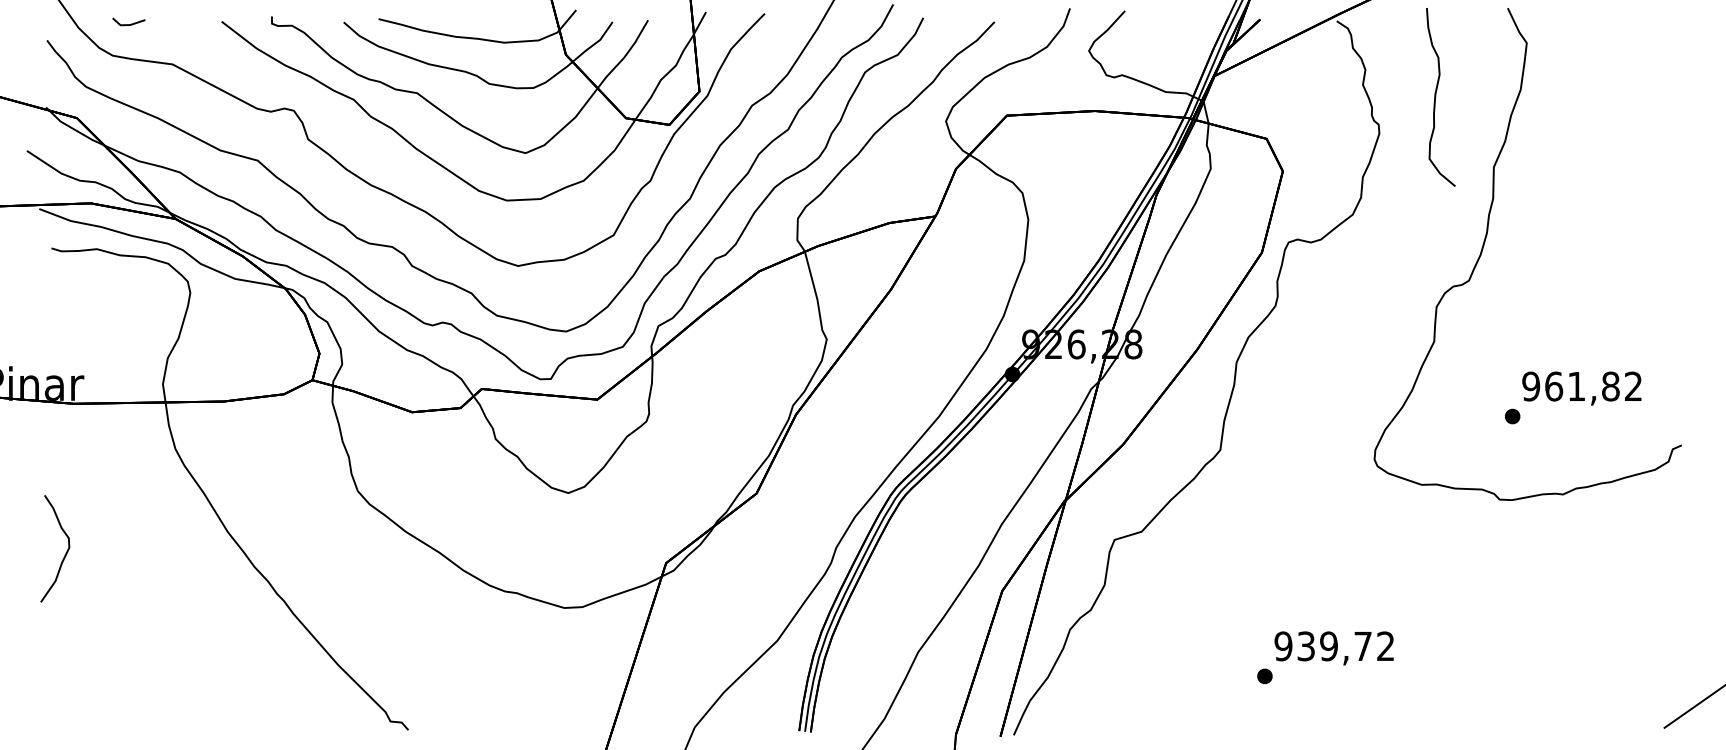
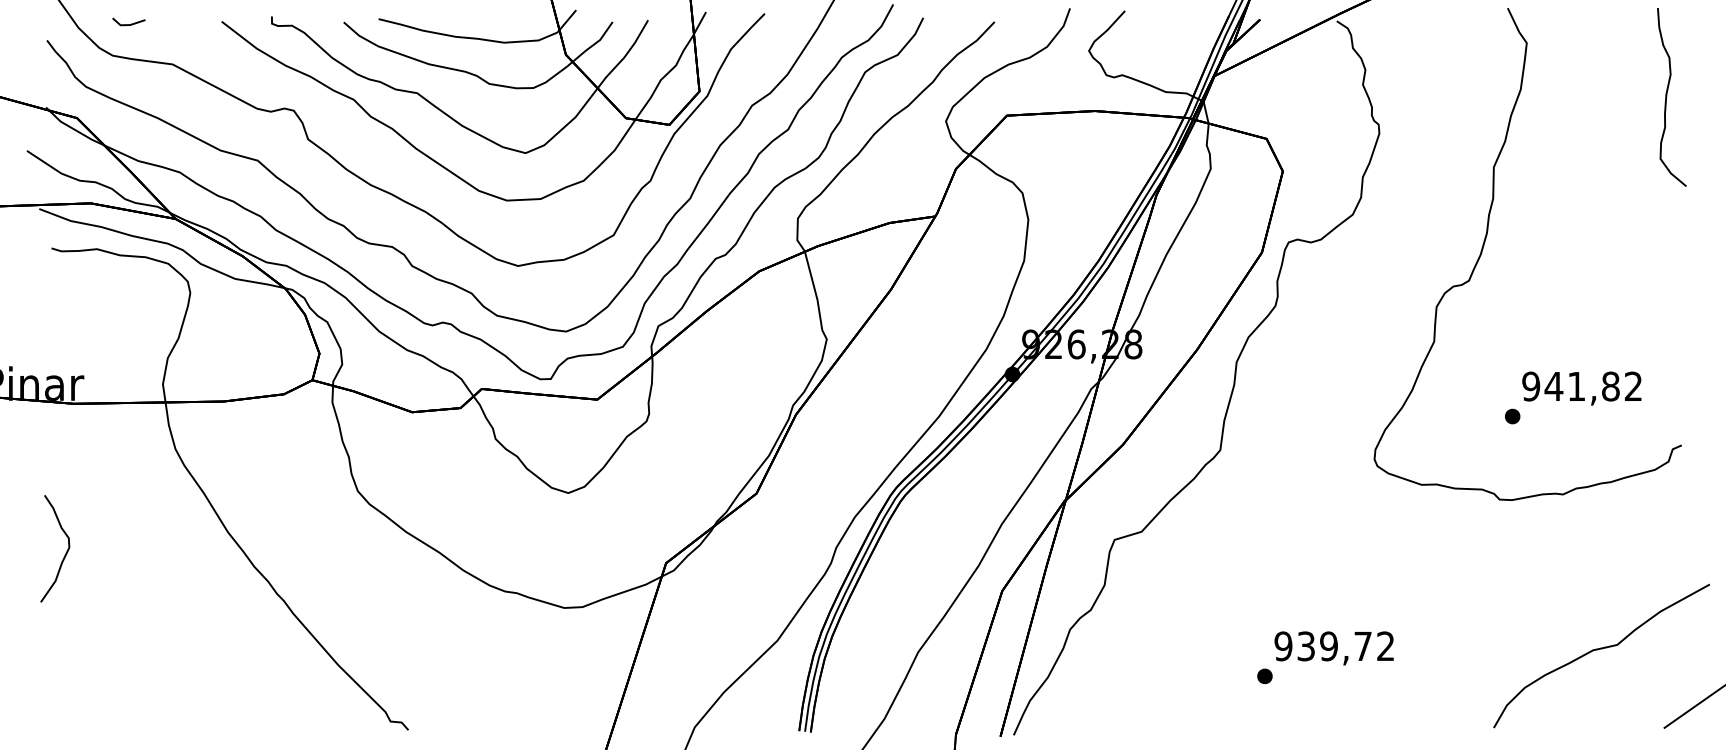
curve at (1436, 97) position: (1436, 97) -> (1667, 97)
text at (1553, 386): 961,82 -> 941,82
curve at (1598, 650): none -> present
